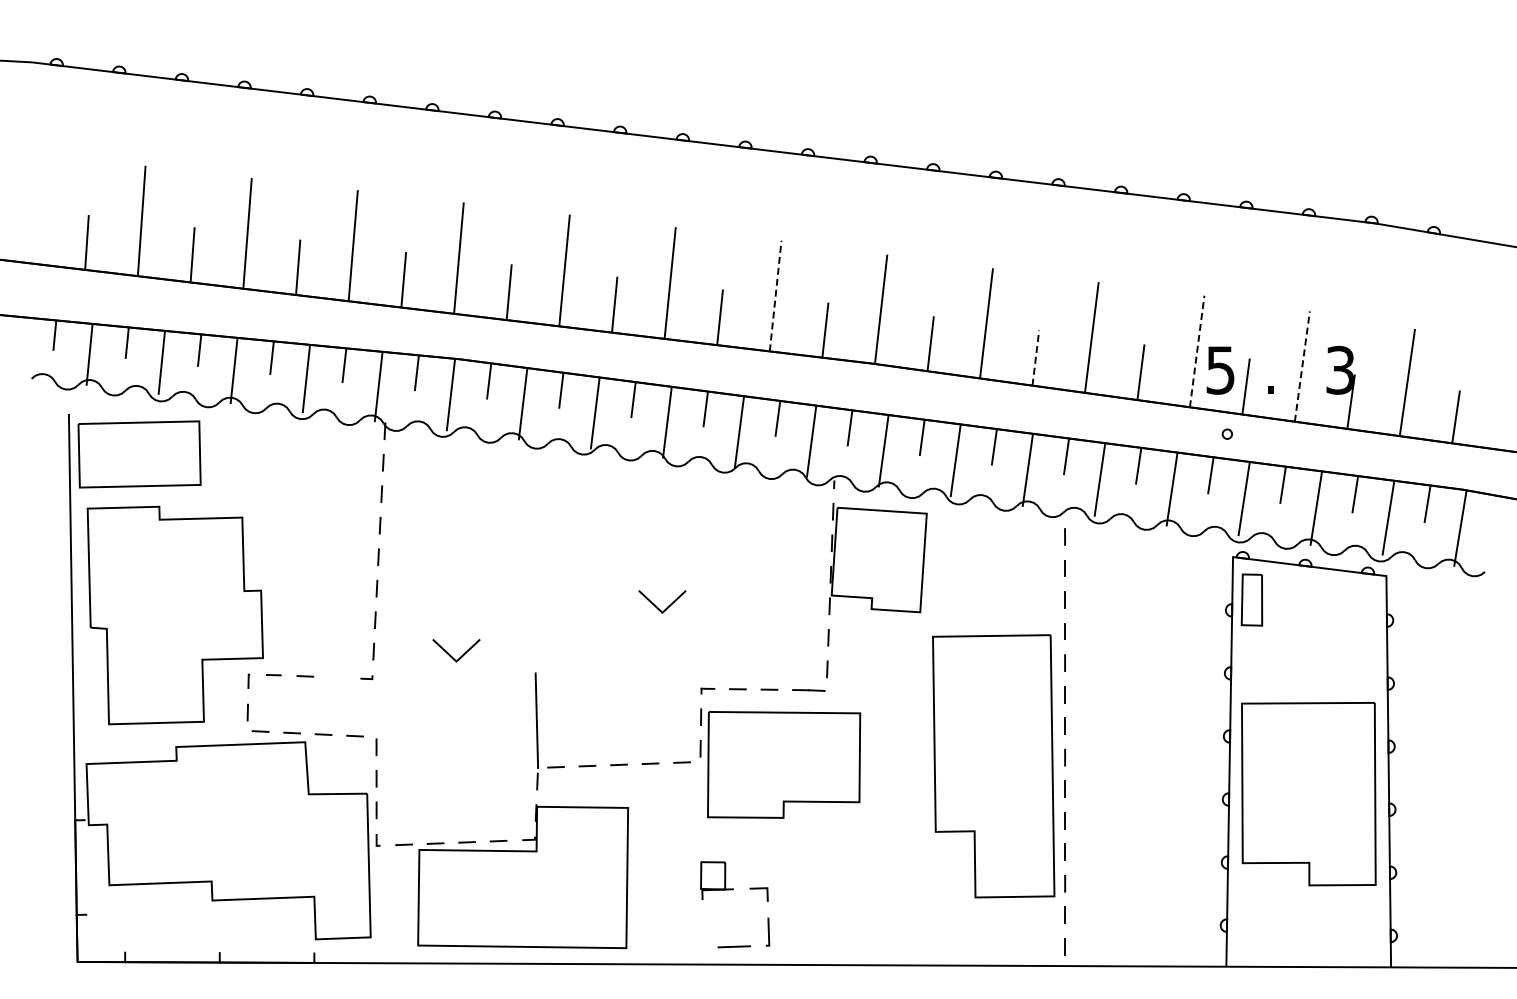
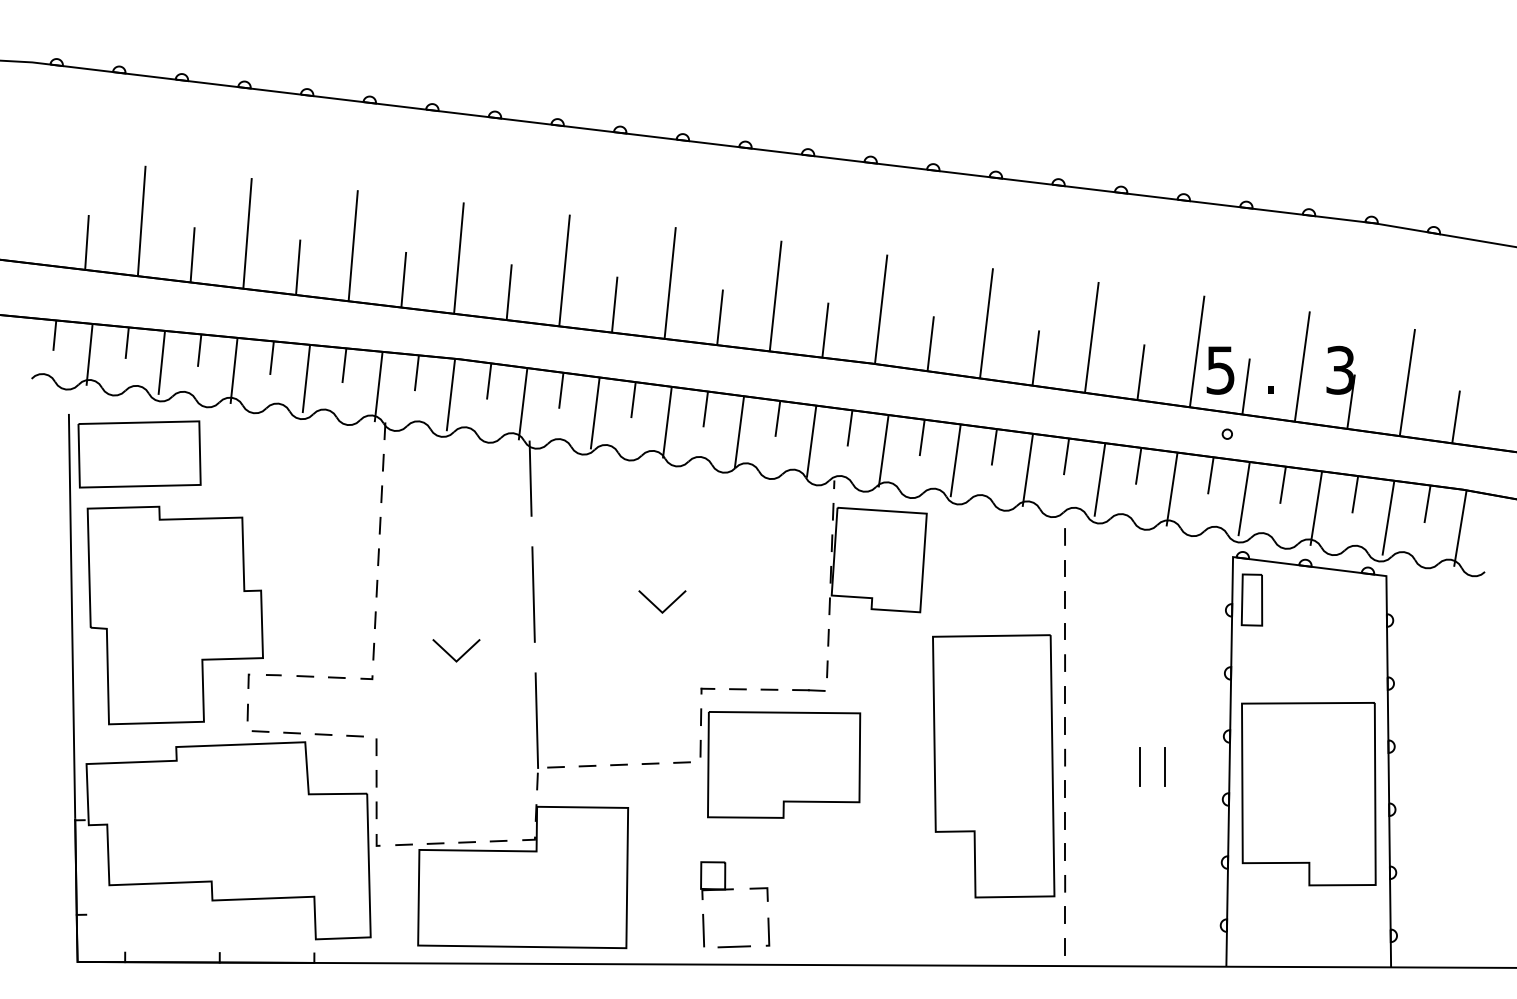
line at (775, 296): dashed -> solid
line at (1197, 351): dashed -> solid
line at (1035, 358): dashed -> solid
line at (1302, 366): dashed -> solid
line at (530, 478): none -> present
line at (533, 594): none -> present
line at (336, 677): none -> present
line at (1140, 766): none -> present
line at (1165, 766): none -> present
line at (703, 930): none -> present
